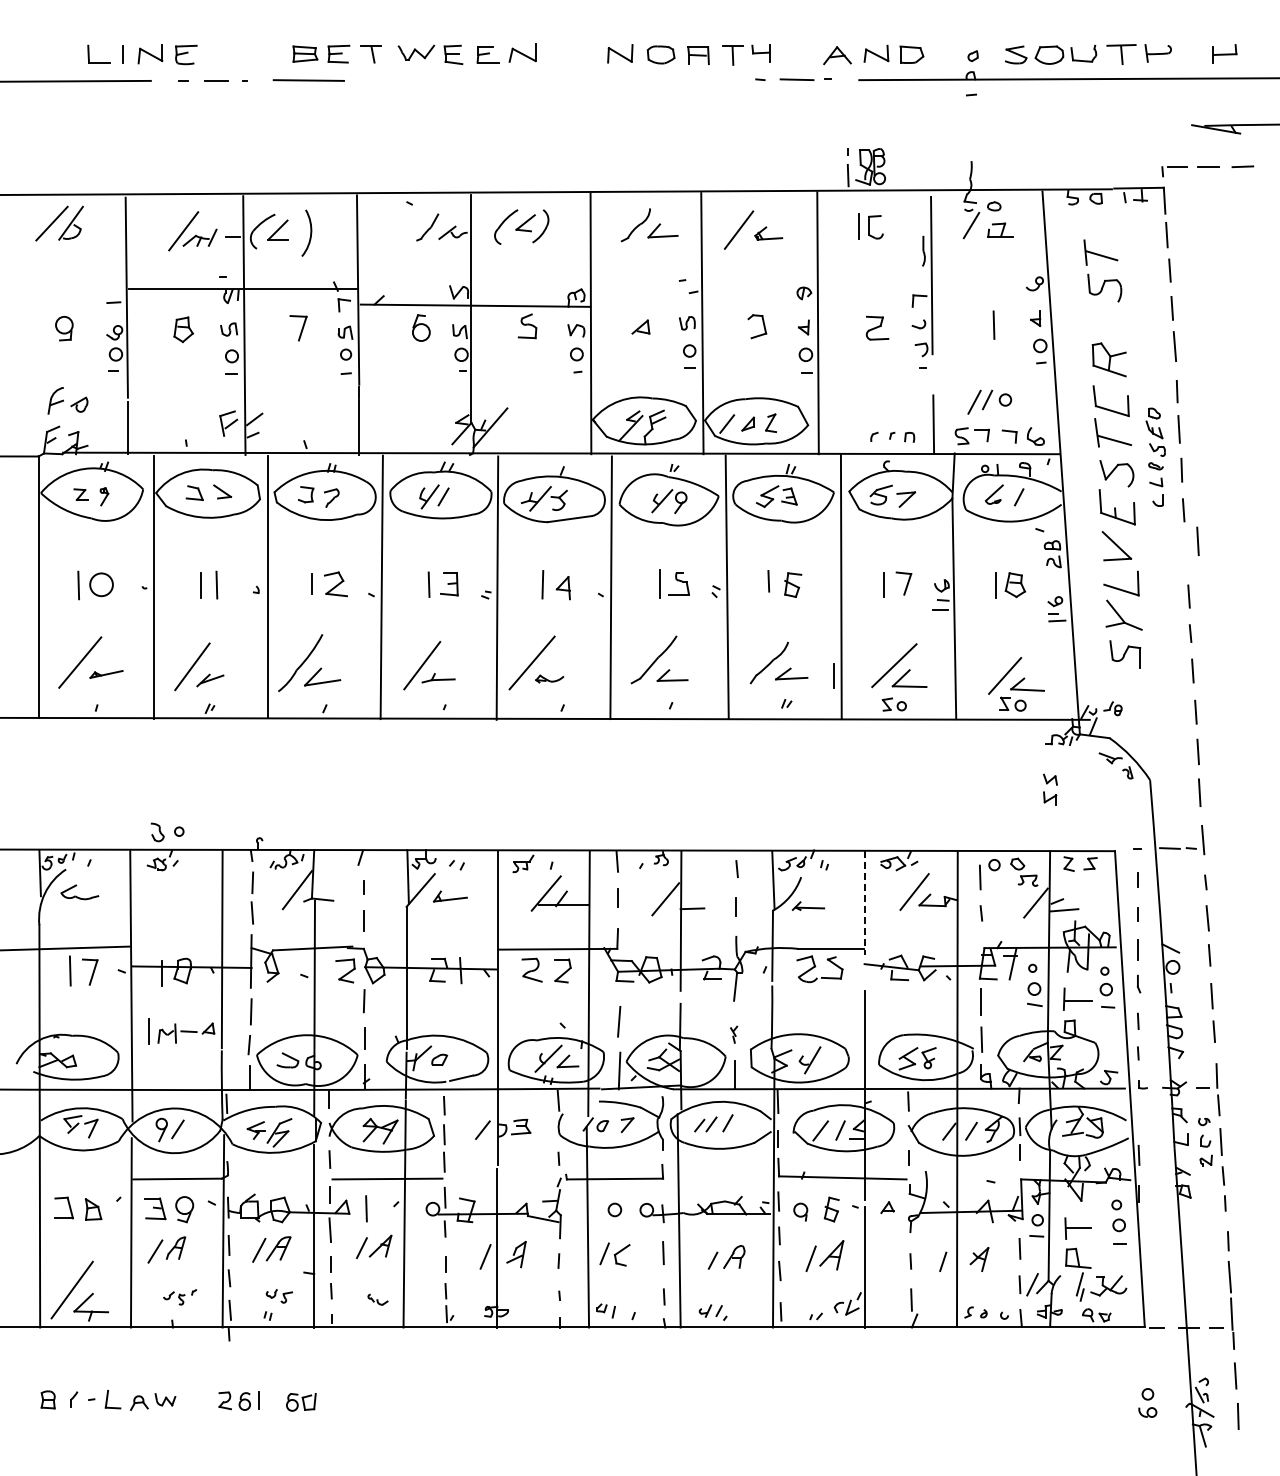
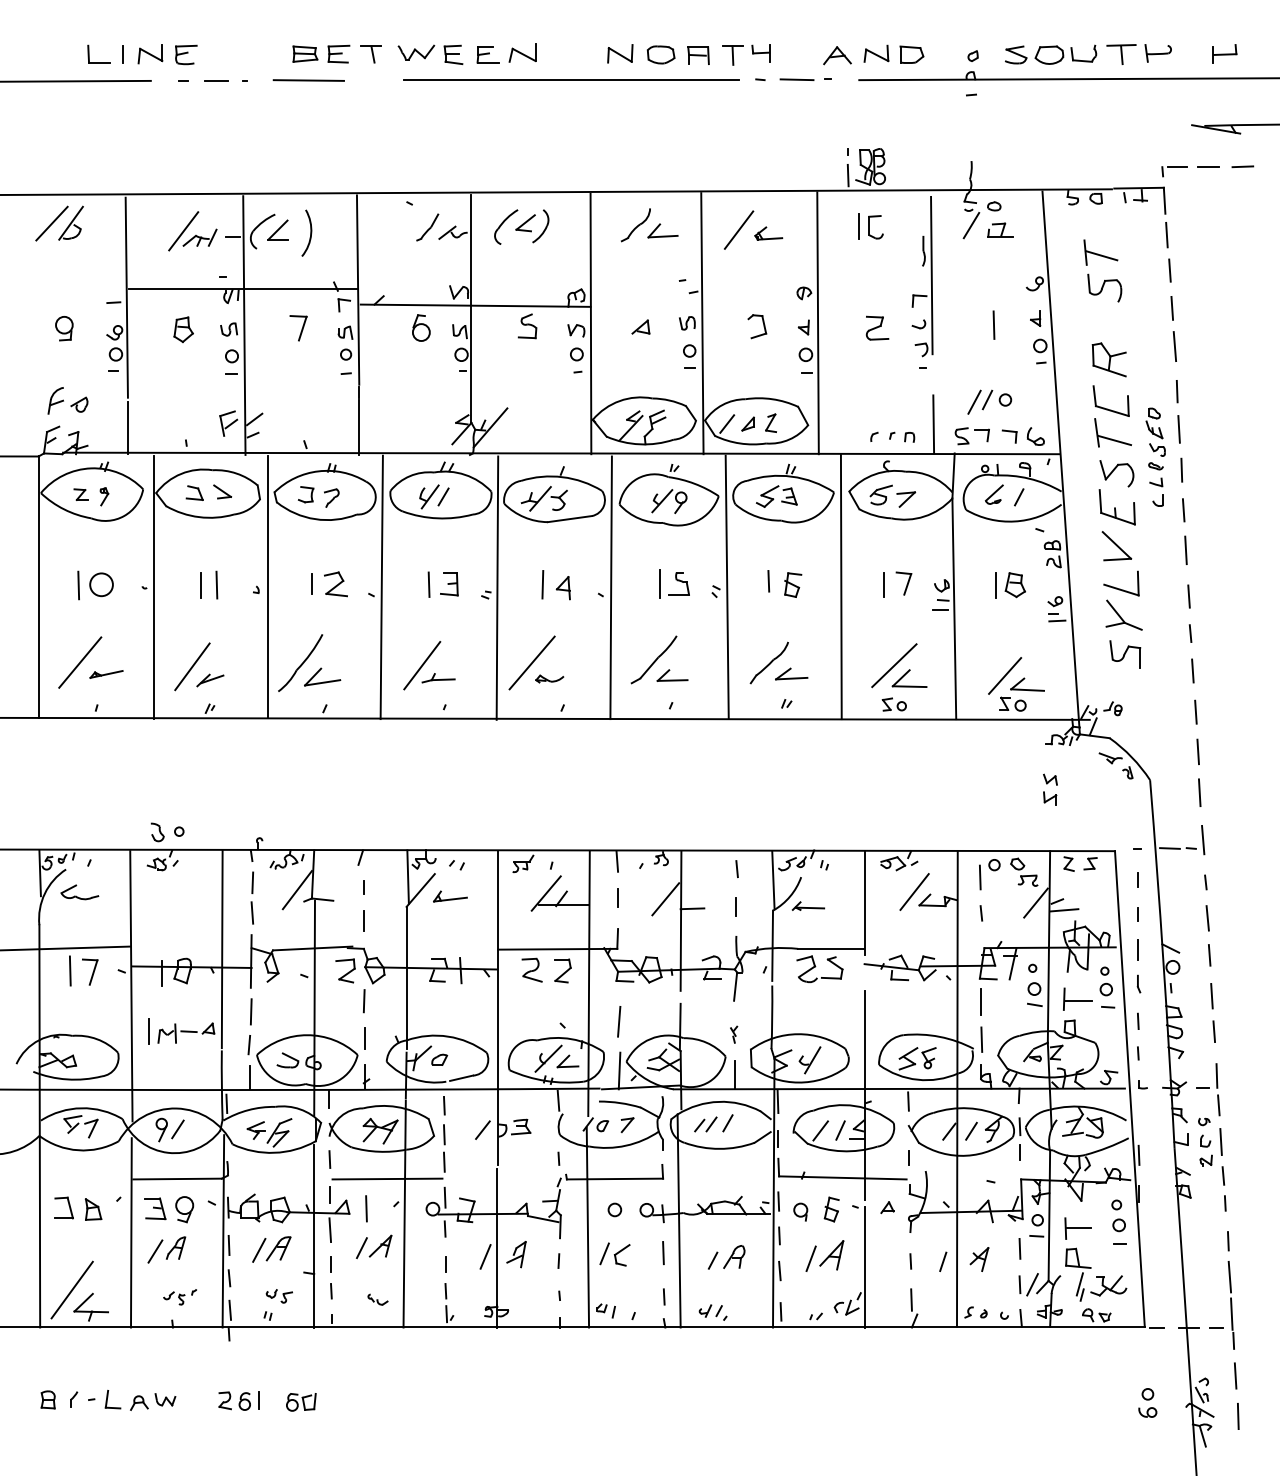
line at (571, 80): none -> present
line at (1197, 540) position: (1197, 540) -> (1185, 549)
line at (833, 675): present -> none
line at (864, 903): dashed -> solid
